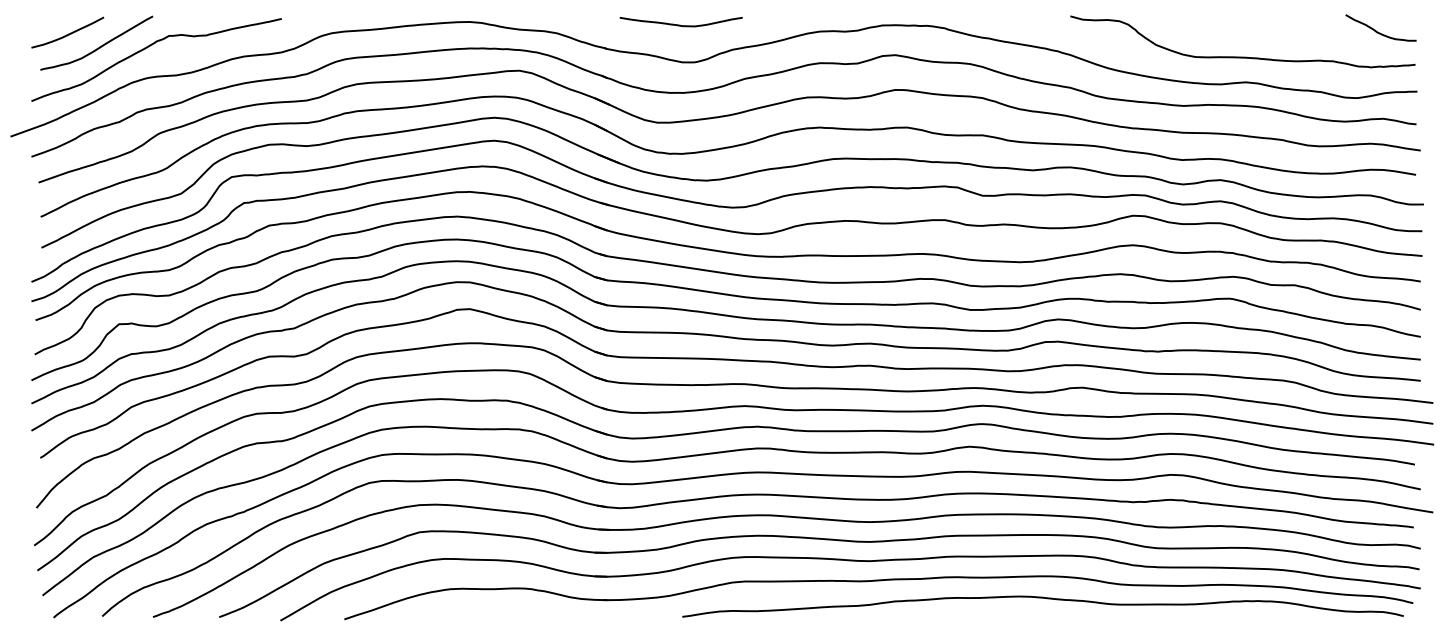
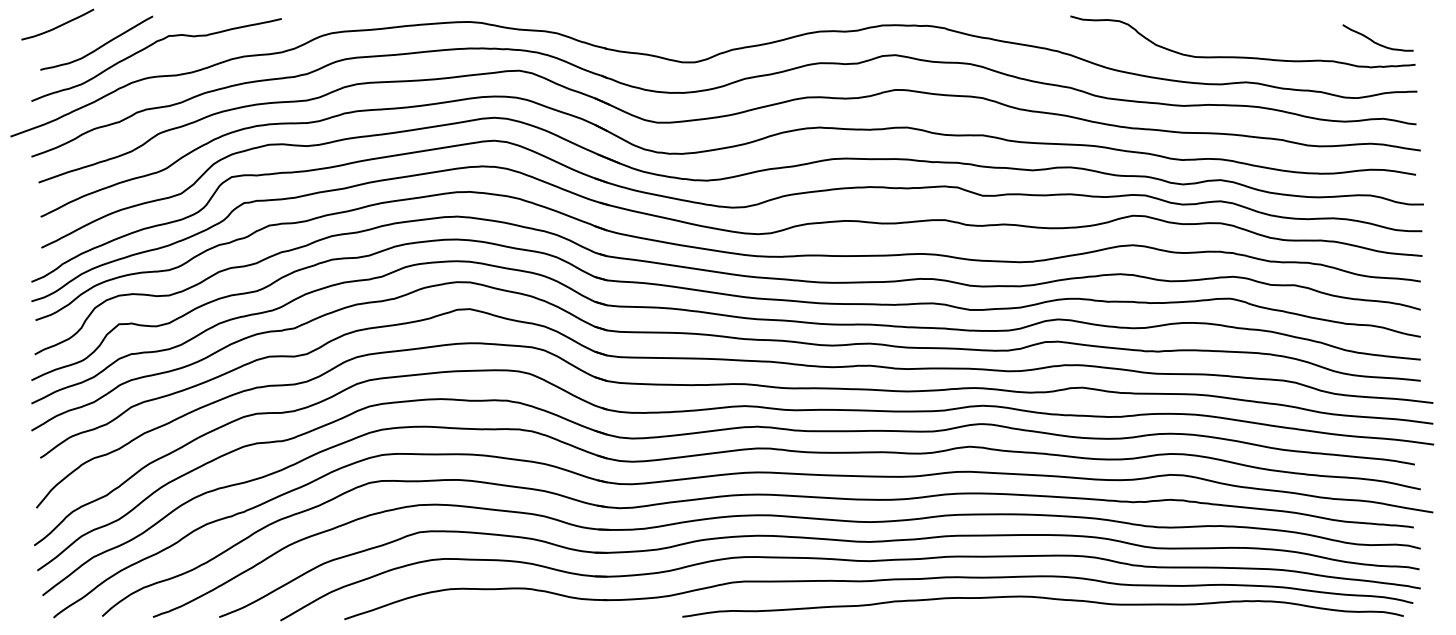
curve at (680, 24): present -> none
curve at (1378, 31) position: (1378, 31) -> (1375, 41)
curve at (68, 33) position: (68, 33) -> (58, 25)
